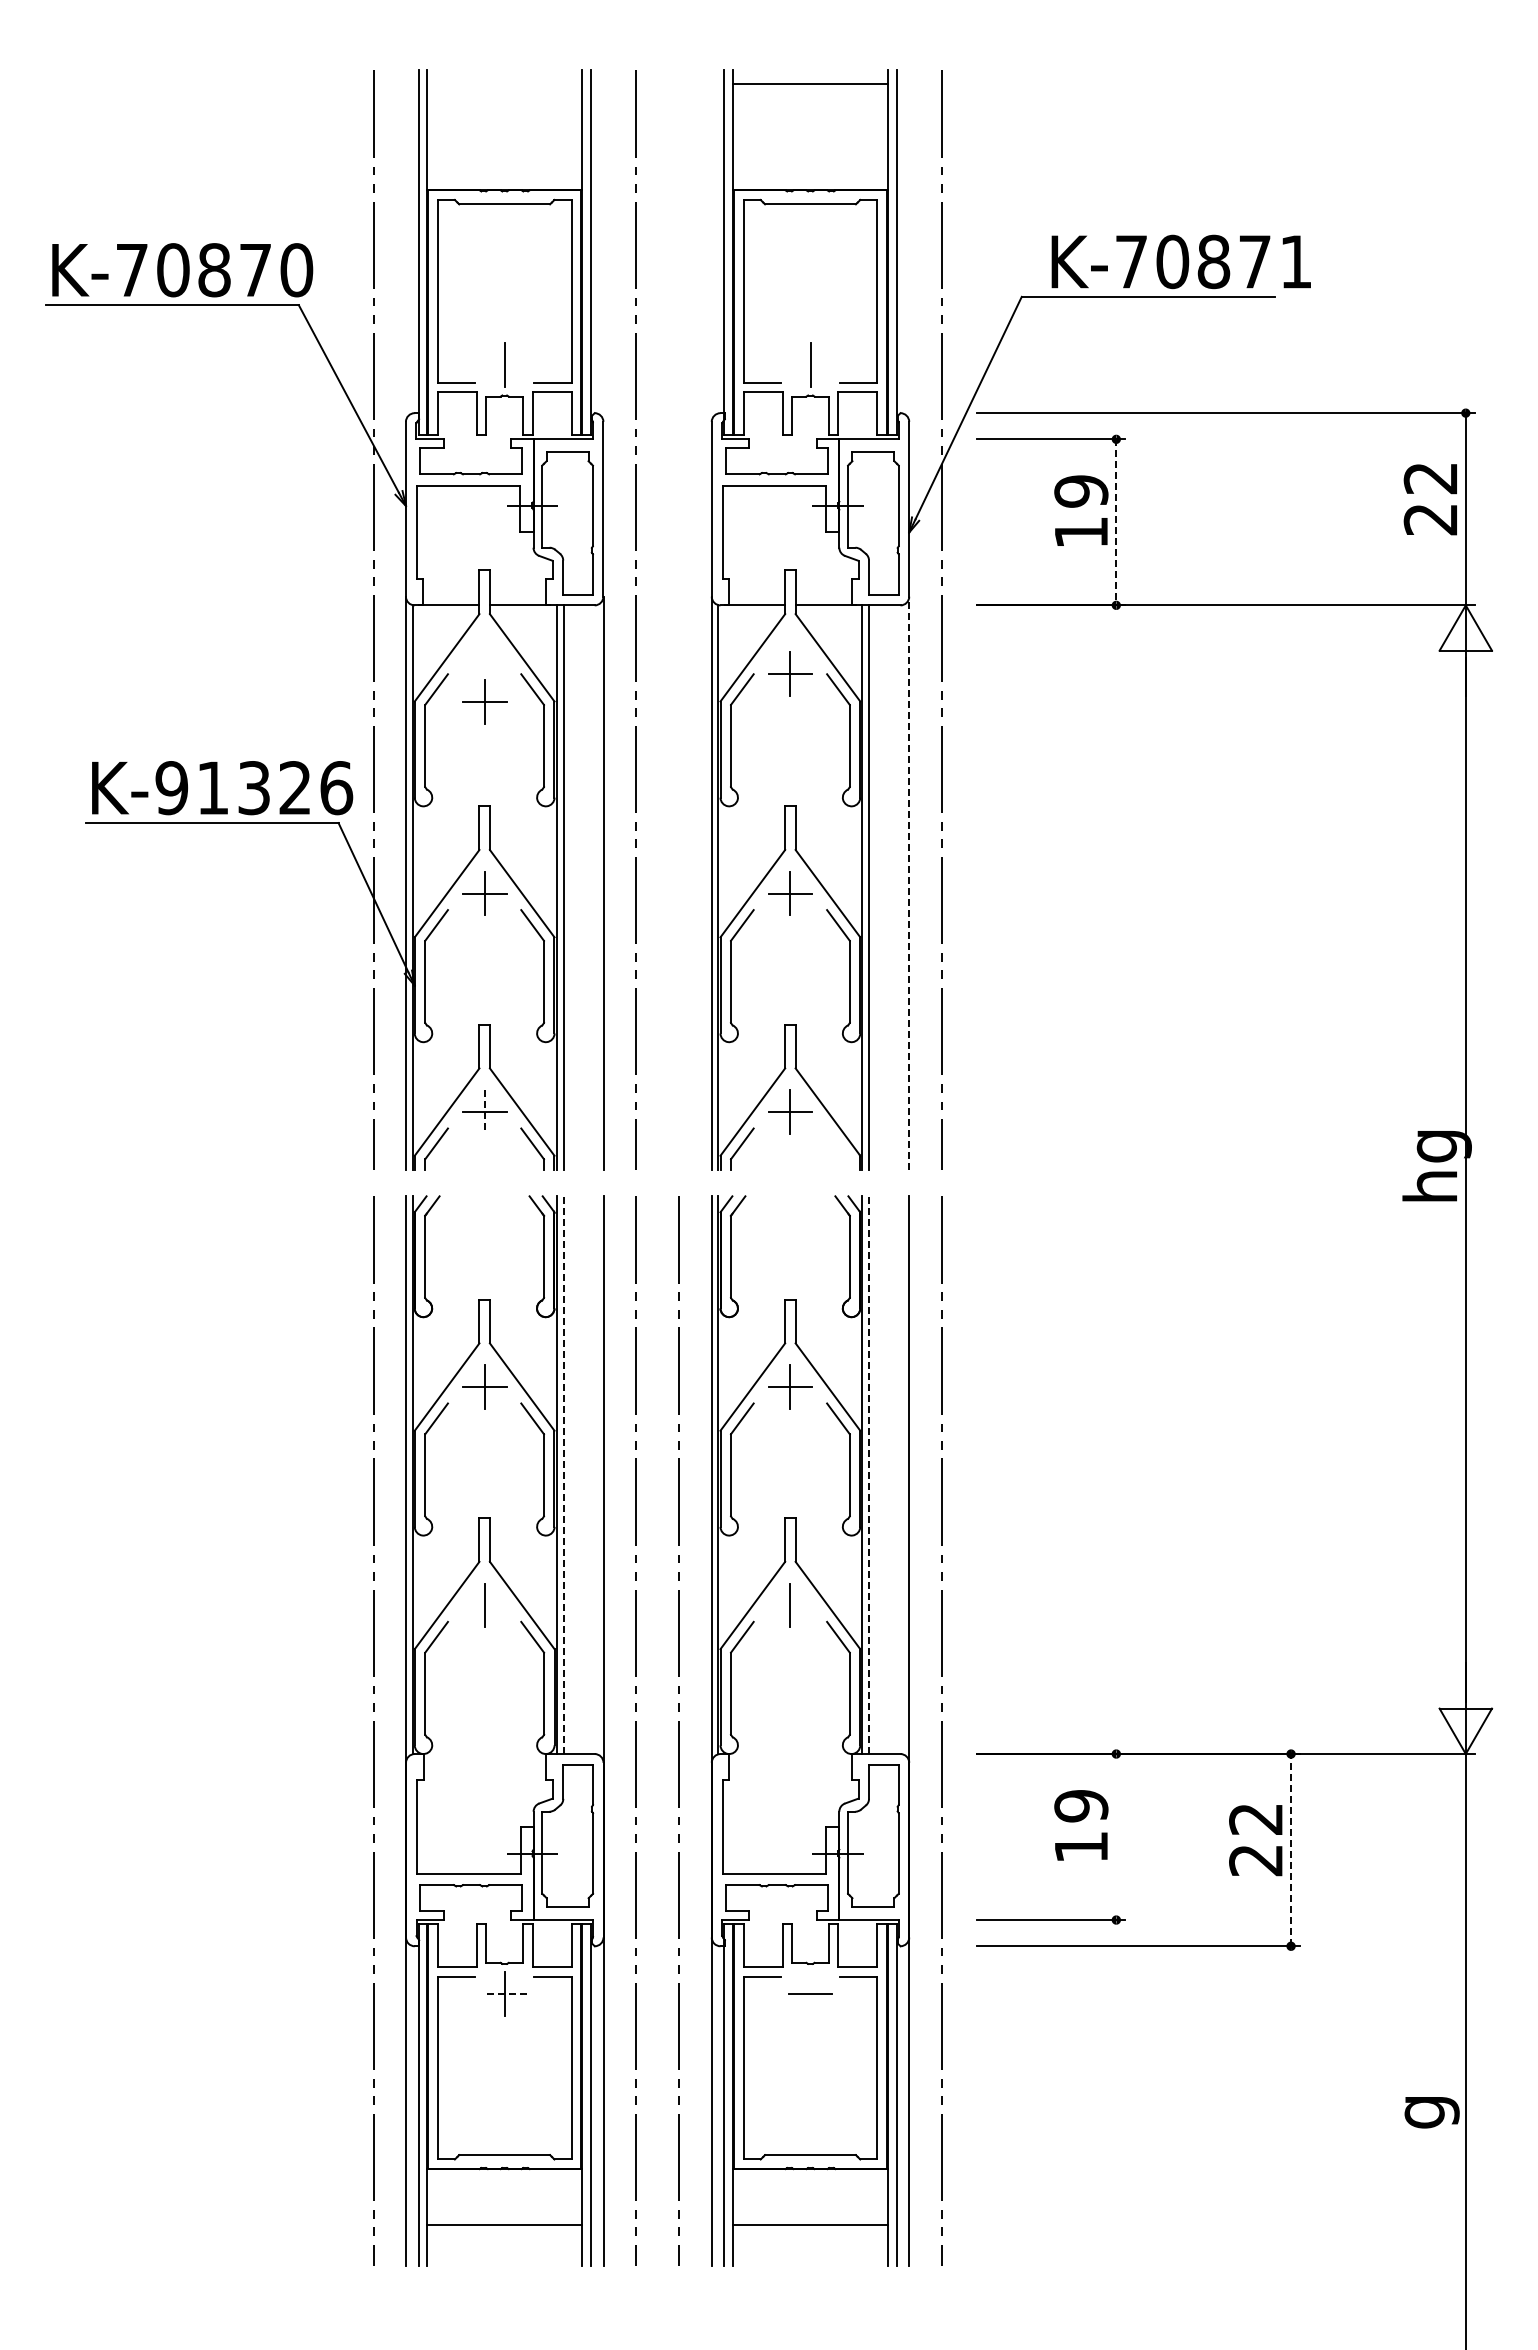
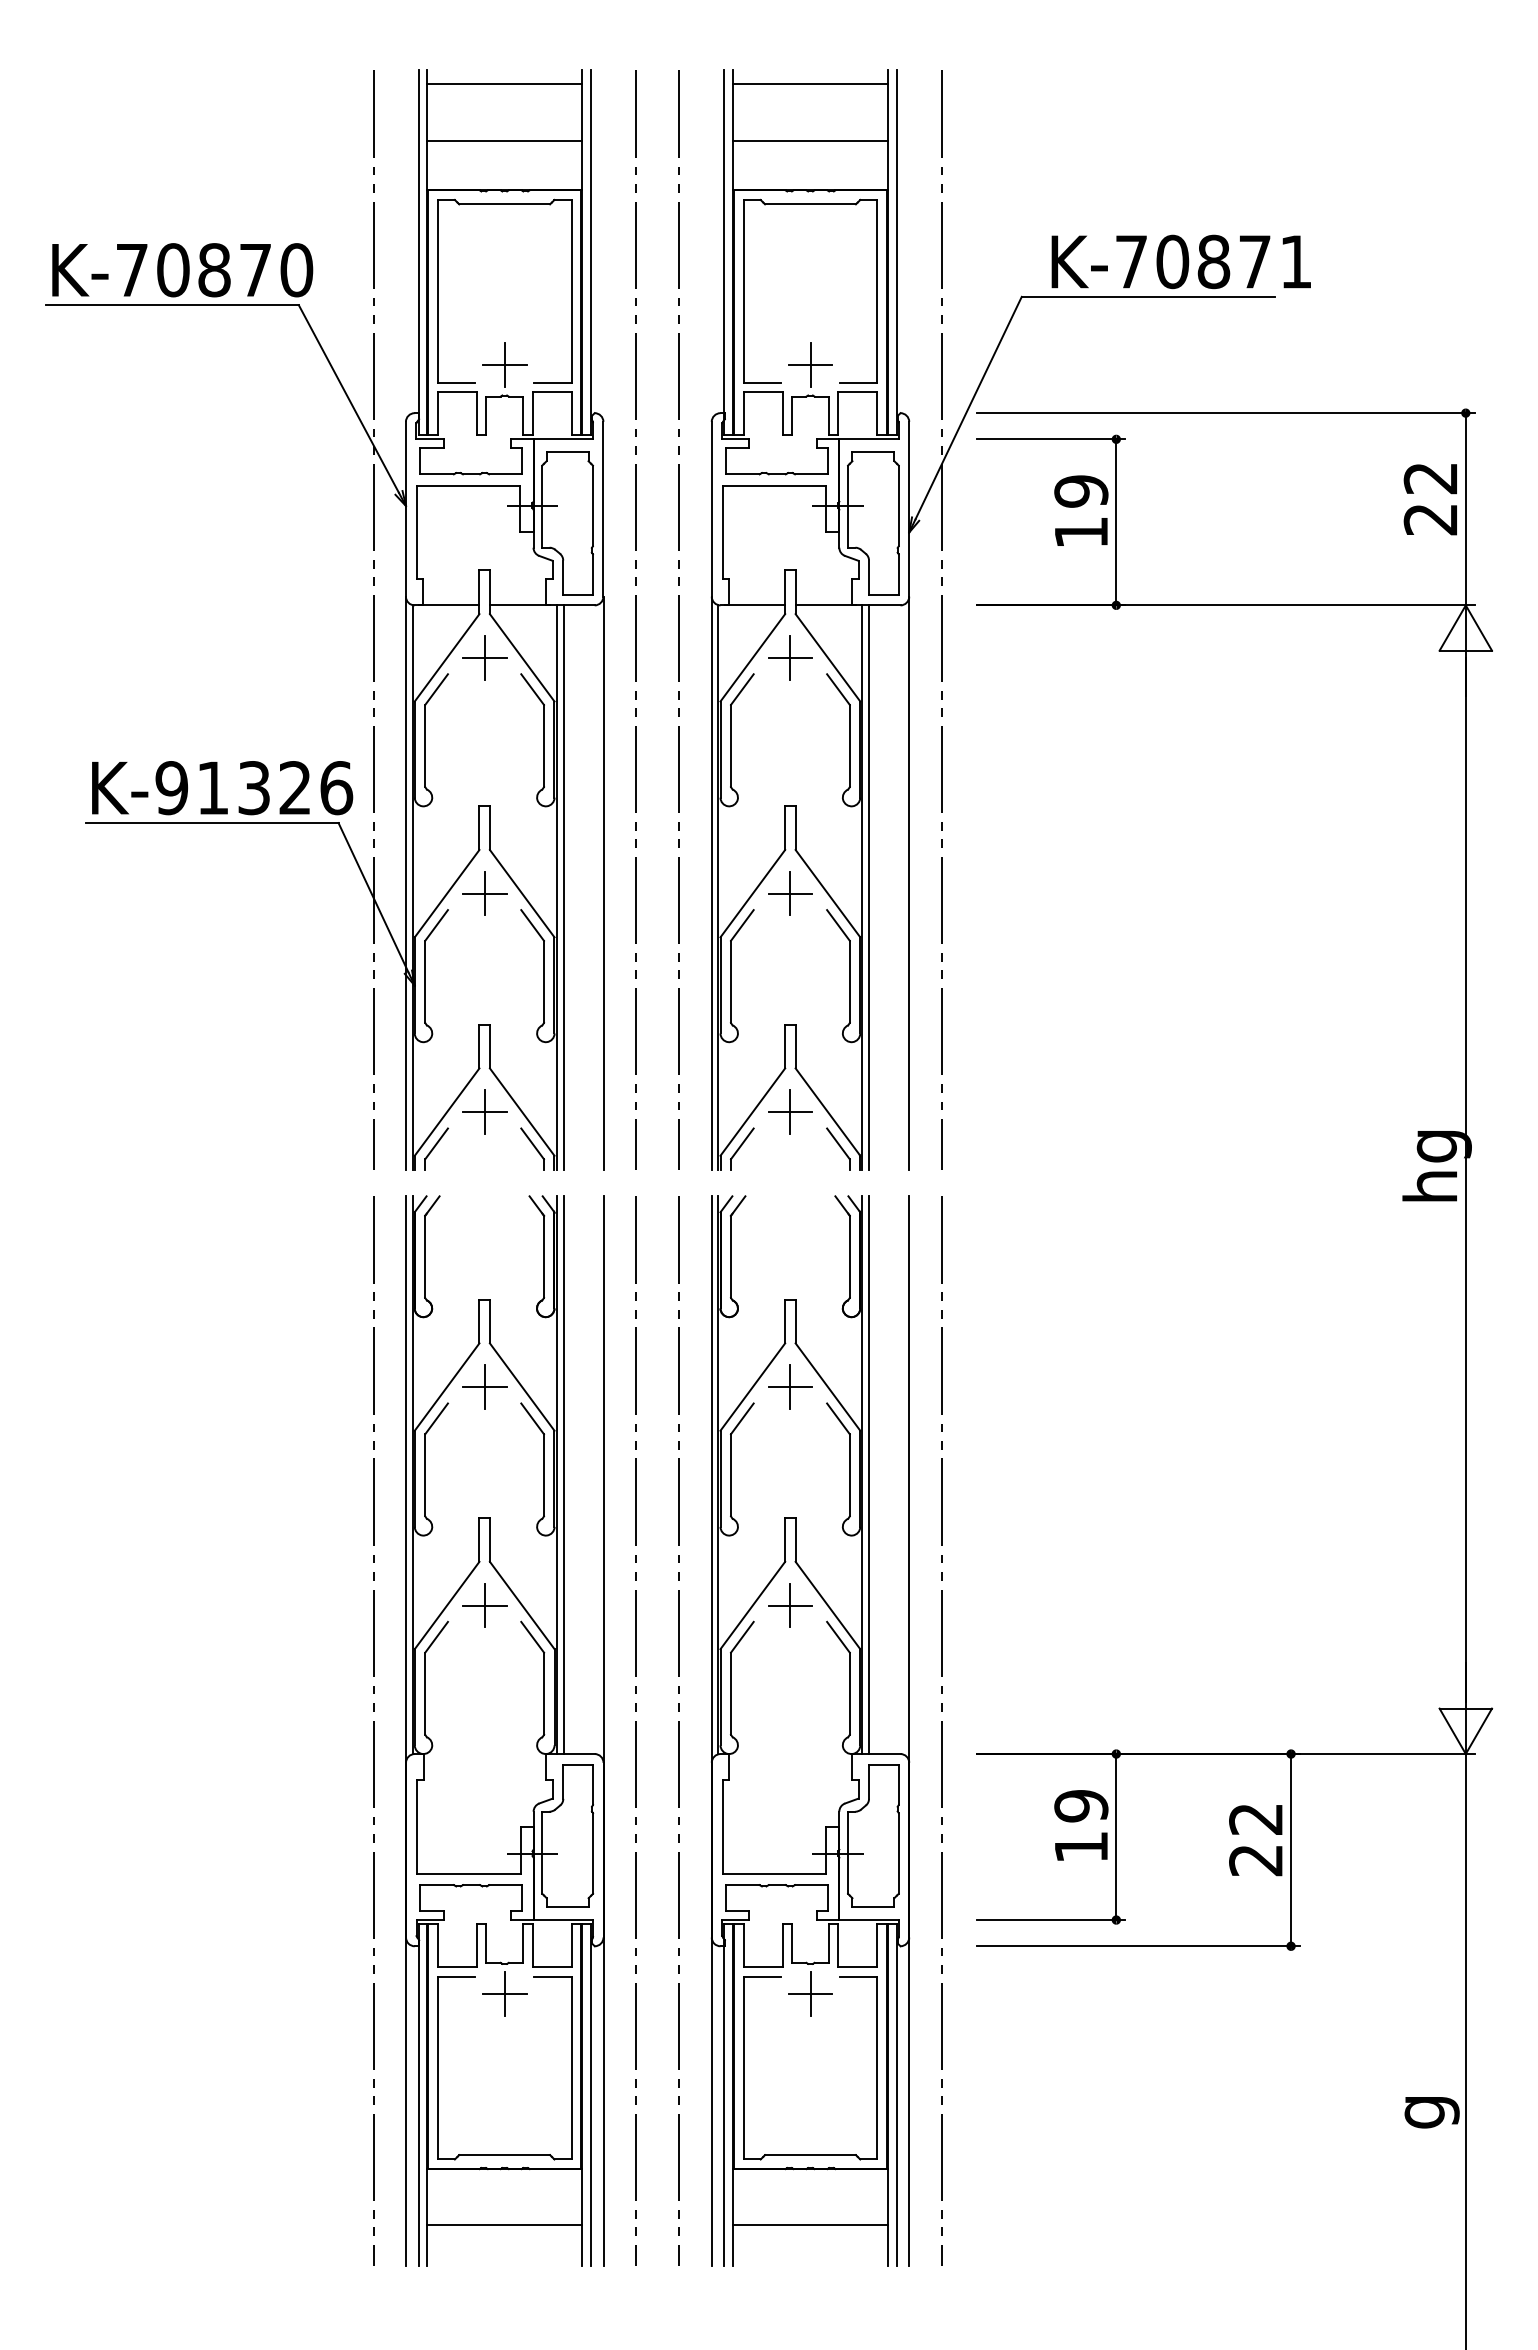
line at (504, 83): none -> present
line at (504, 141): none -> present
line at (810, 141): none -> present
line at (504, 365): none -> present
line at (810, 365): none -> present
line at (1116, 522): dashed -> solid
line at (678, 619): none -> present
part at (790, 673) position: (790, 673) -> (790, 657)
part at (484, 701) position: (484, 701) -> (484, 657)
line at (909, 883): dashed -> solid
line at (484, 1112): dashed -> solid
part at (838, 1148): none -> present
line at (563, 1475): dashed -> solid
line at (869, 1475): dashed -> solid
line at (484, 1605): none -> present
line at (790, 1605): none -> present
line at (1116, 1837): none -> present
line at (1291, 1849): dashed -> solid
line at (504, 1994): dashed -> solid
line at (810, 1994): none -> present
